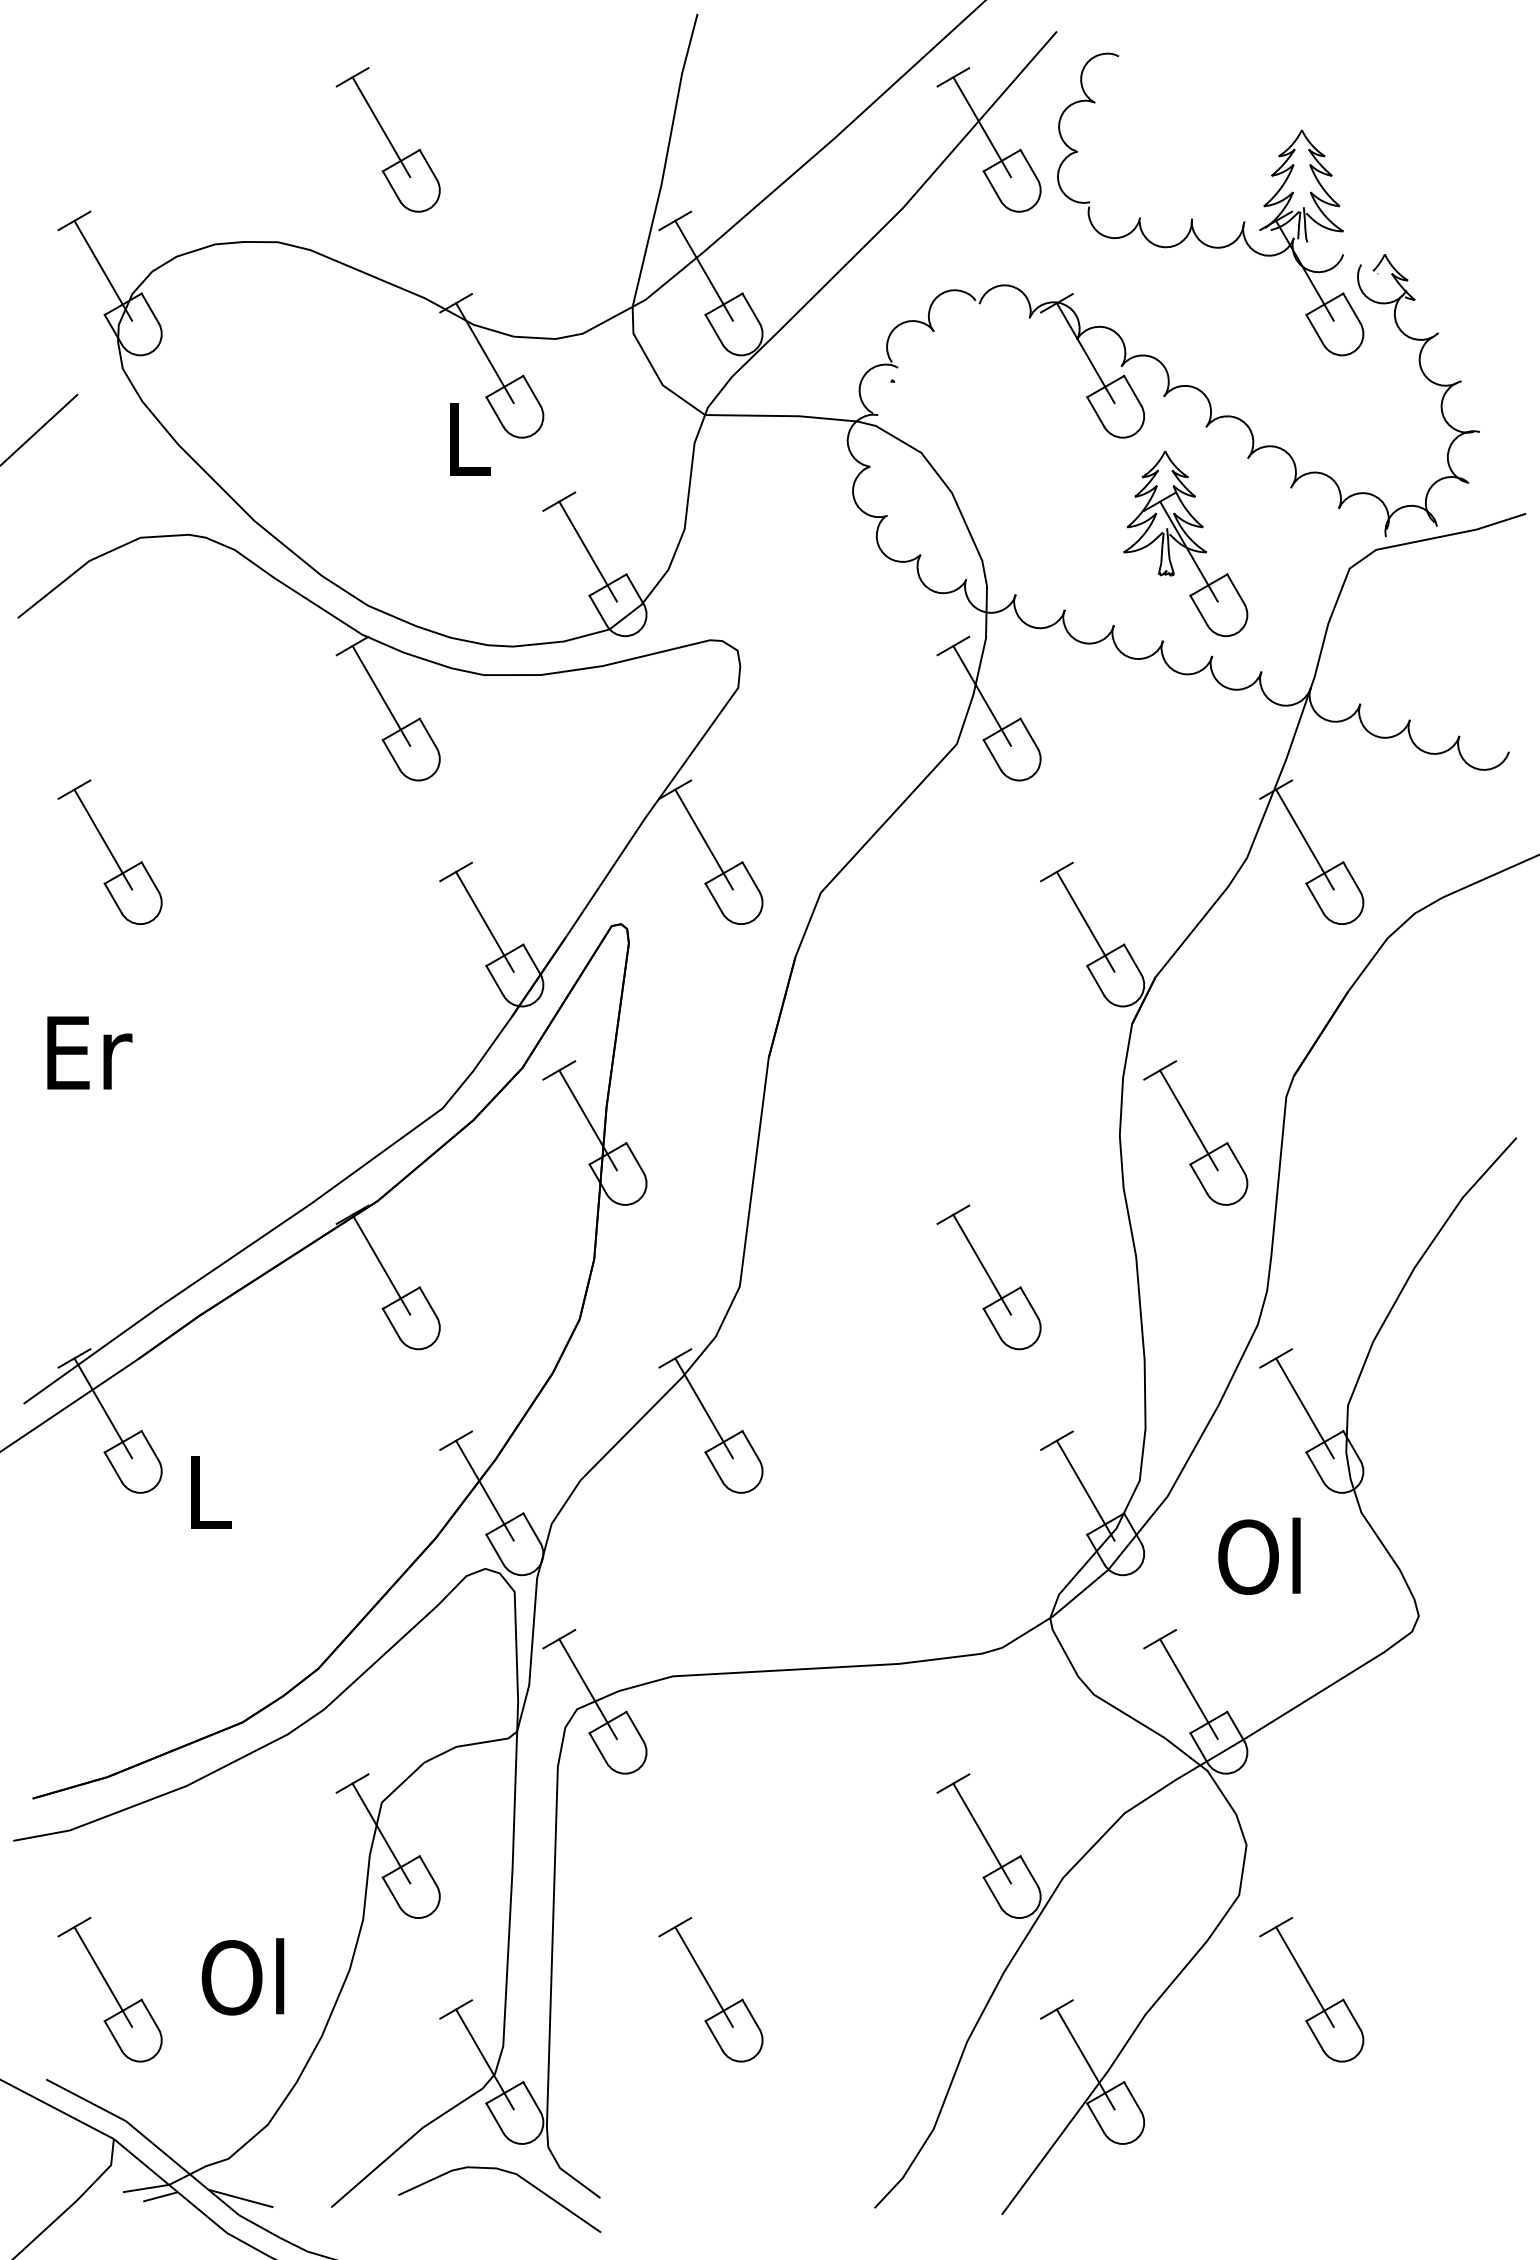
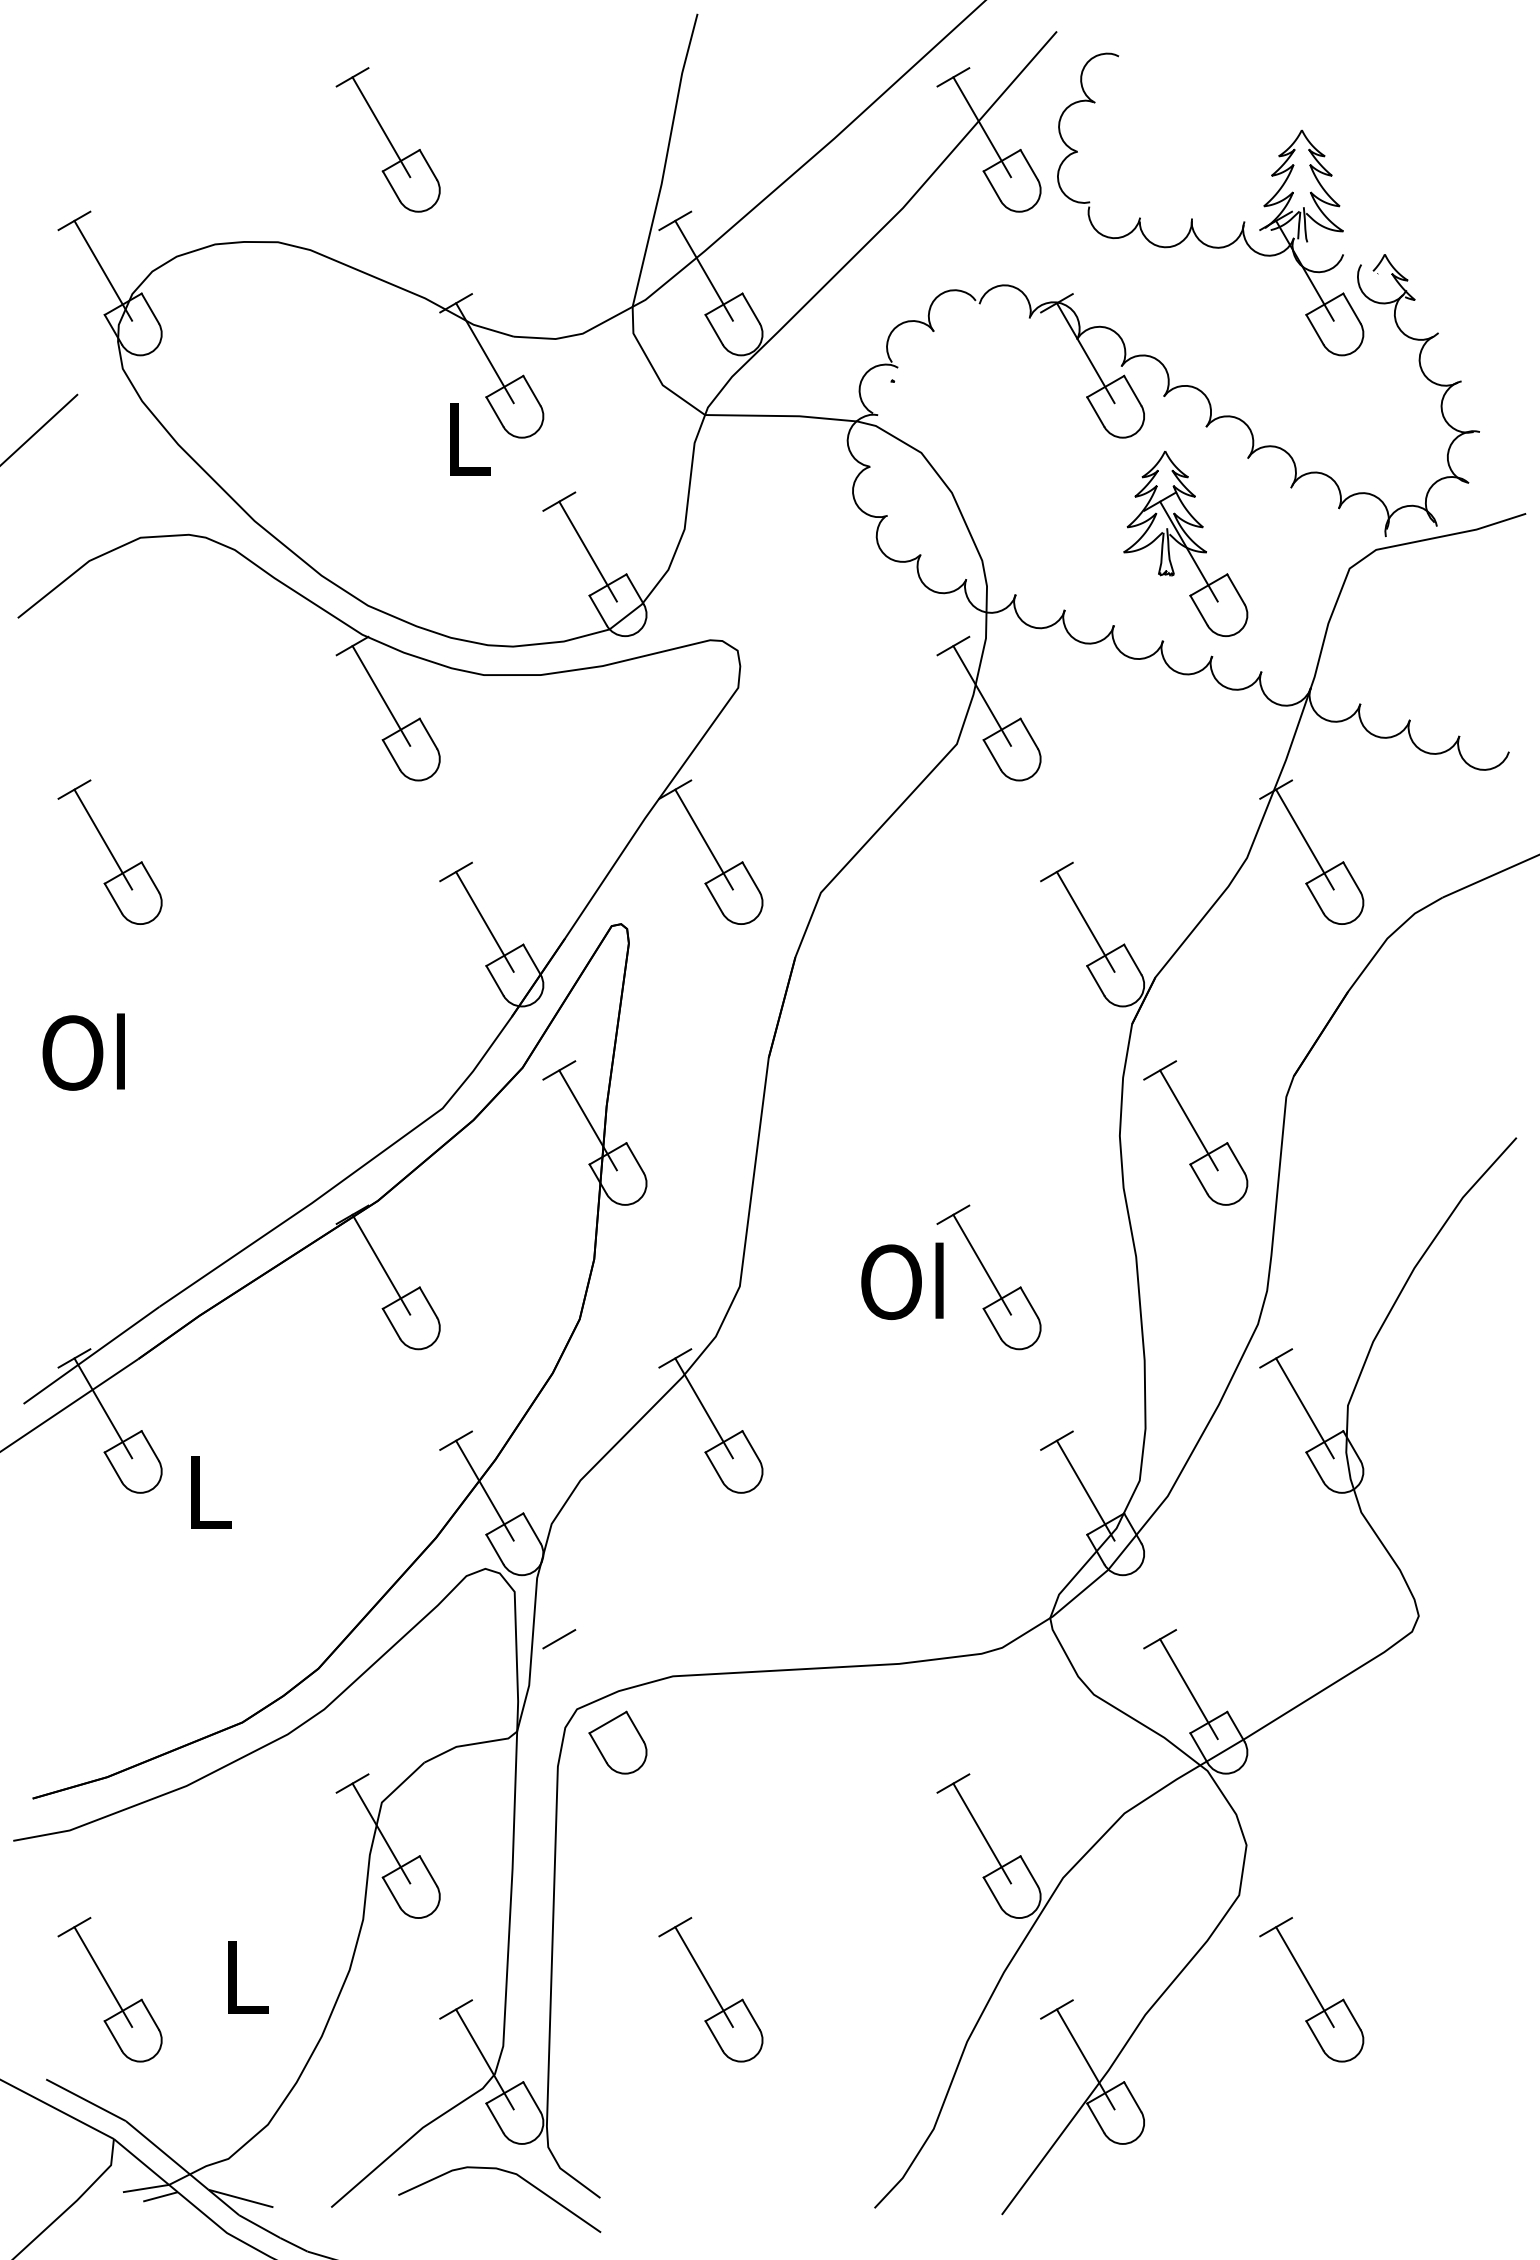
text at (87, 1051): Er -> Ol
text at (1259, 1556) position: (1259, 1556) -> (902, 1281)
line at (587, 1689): present -> none
text at (242, 1976): Ol -> L
